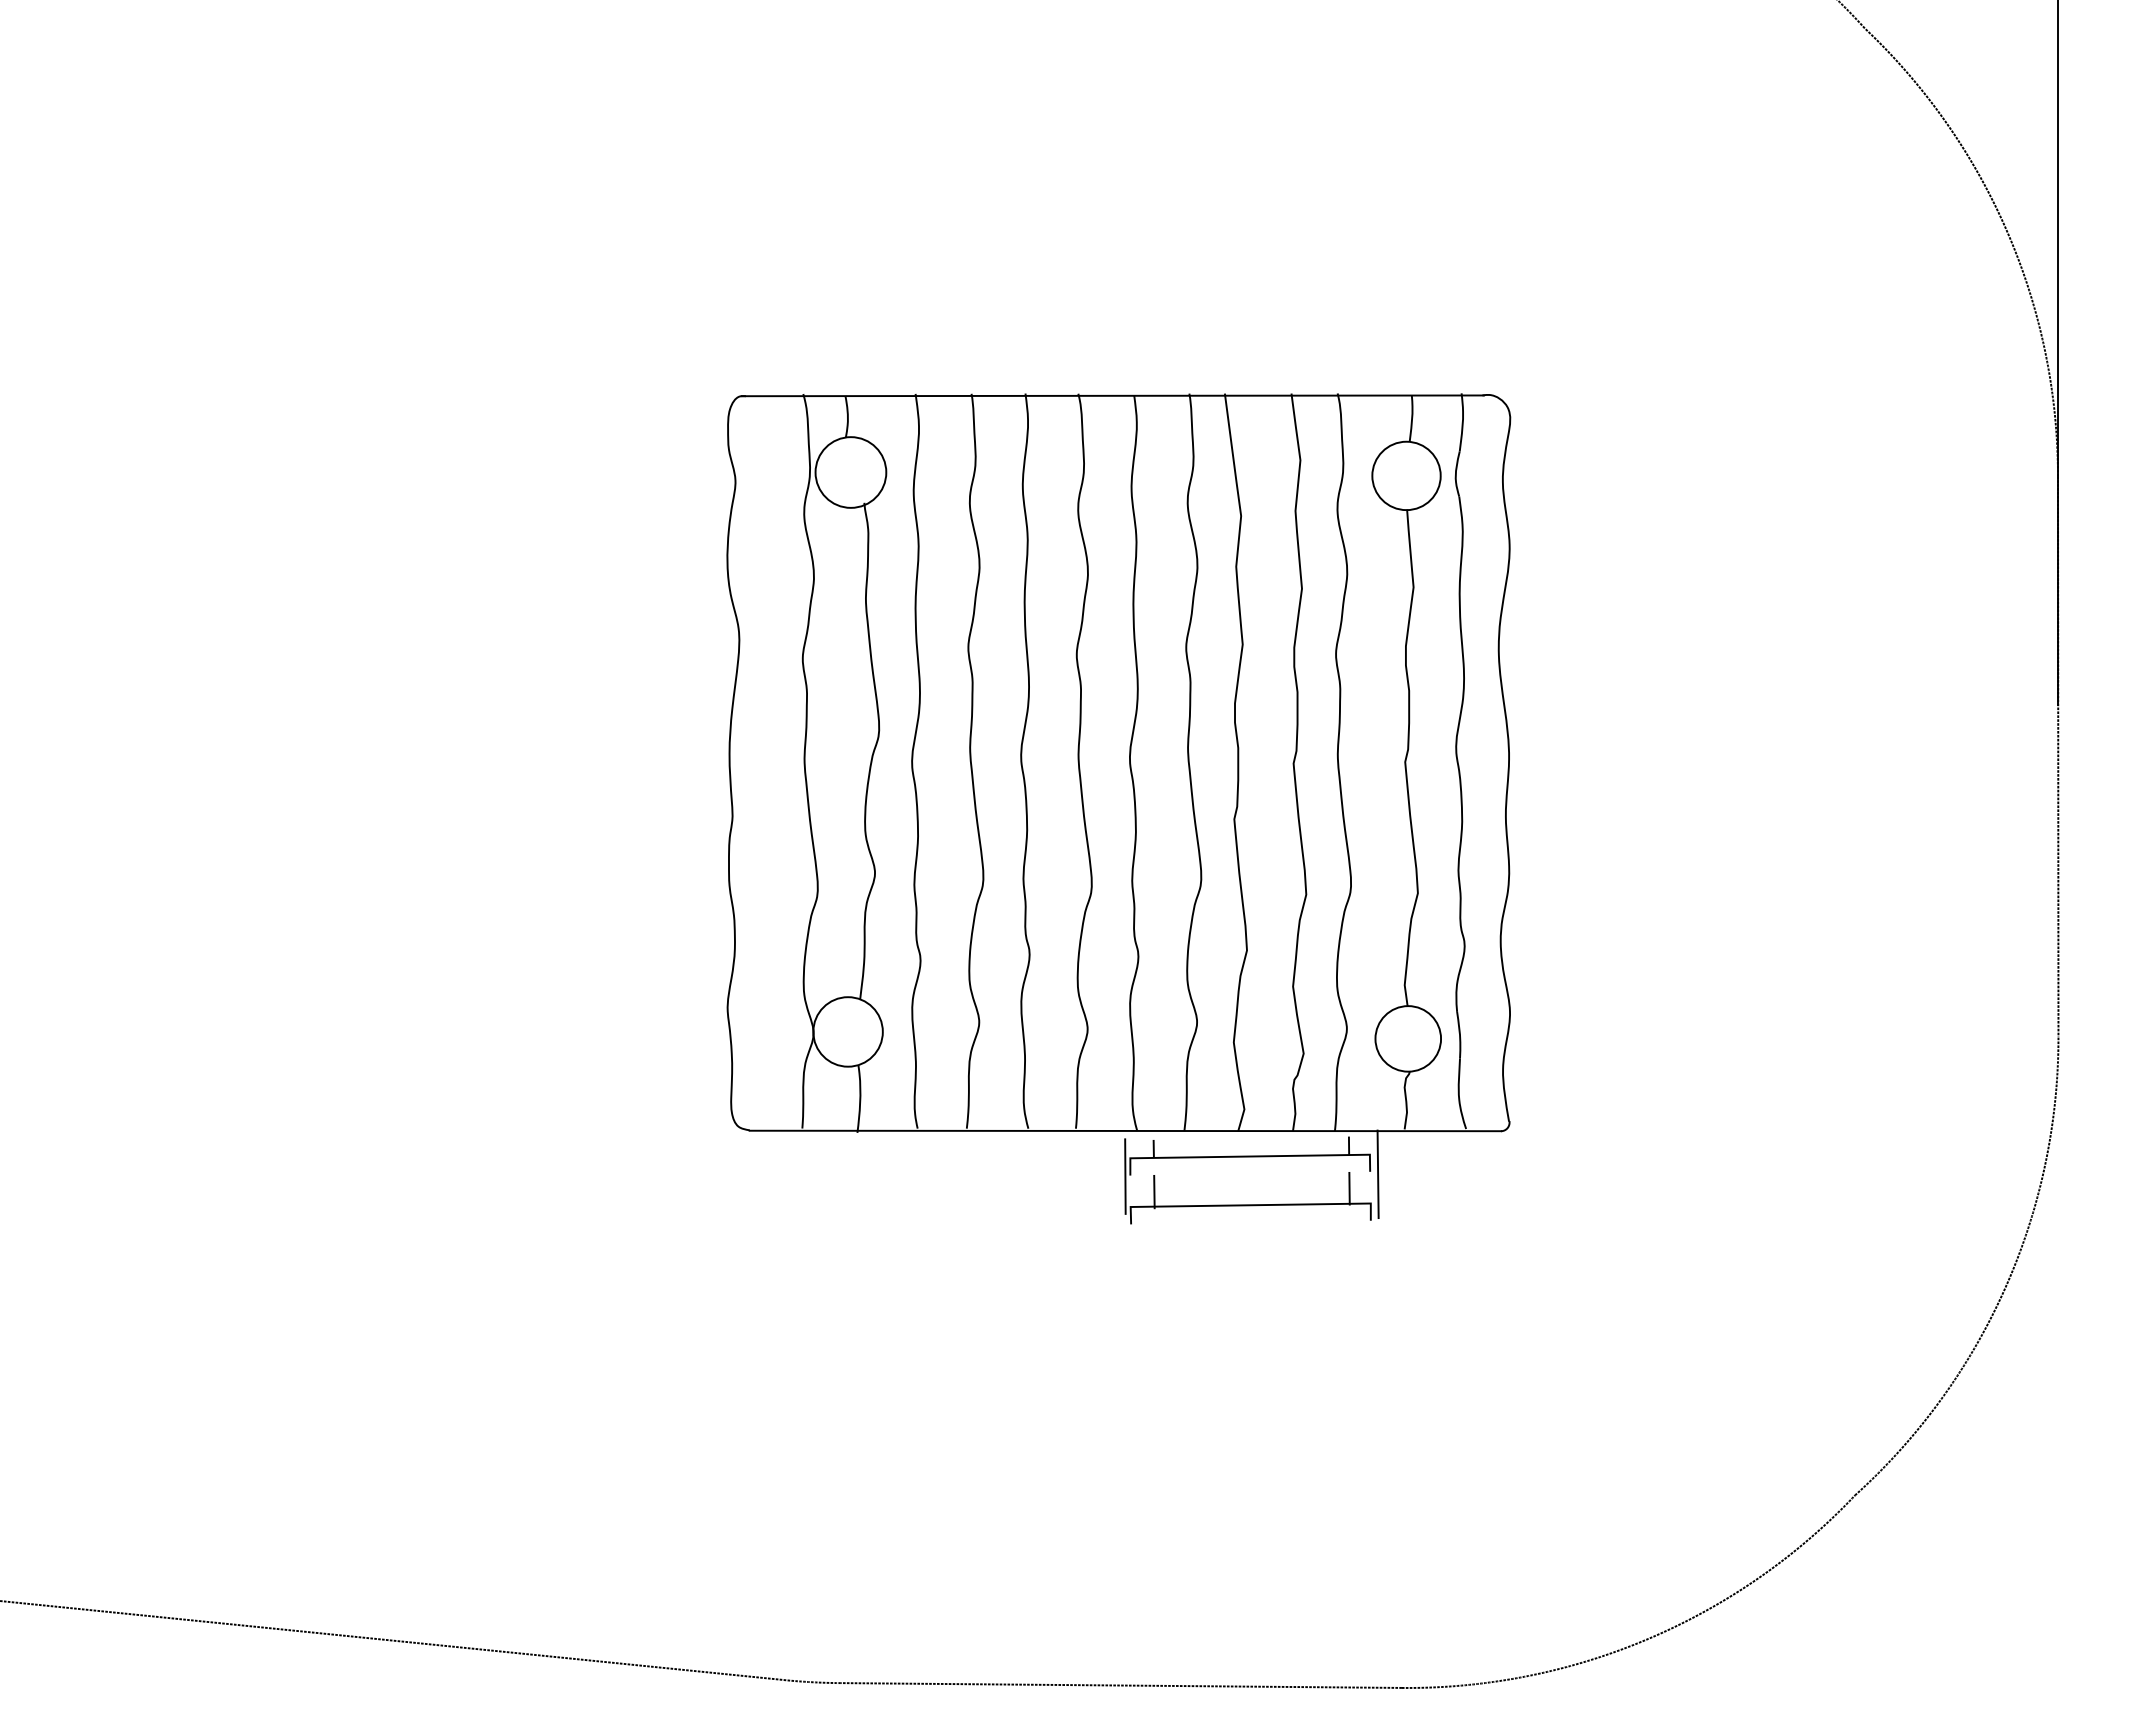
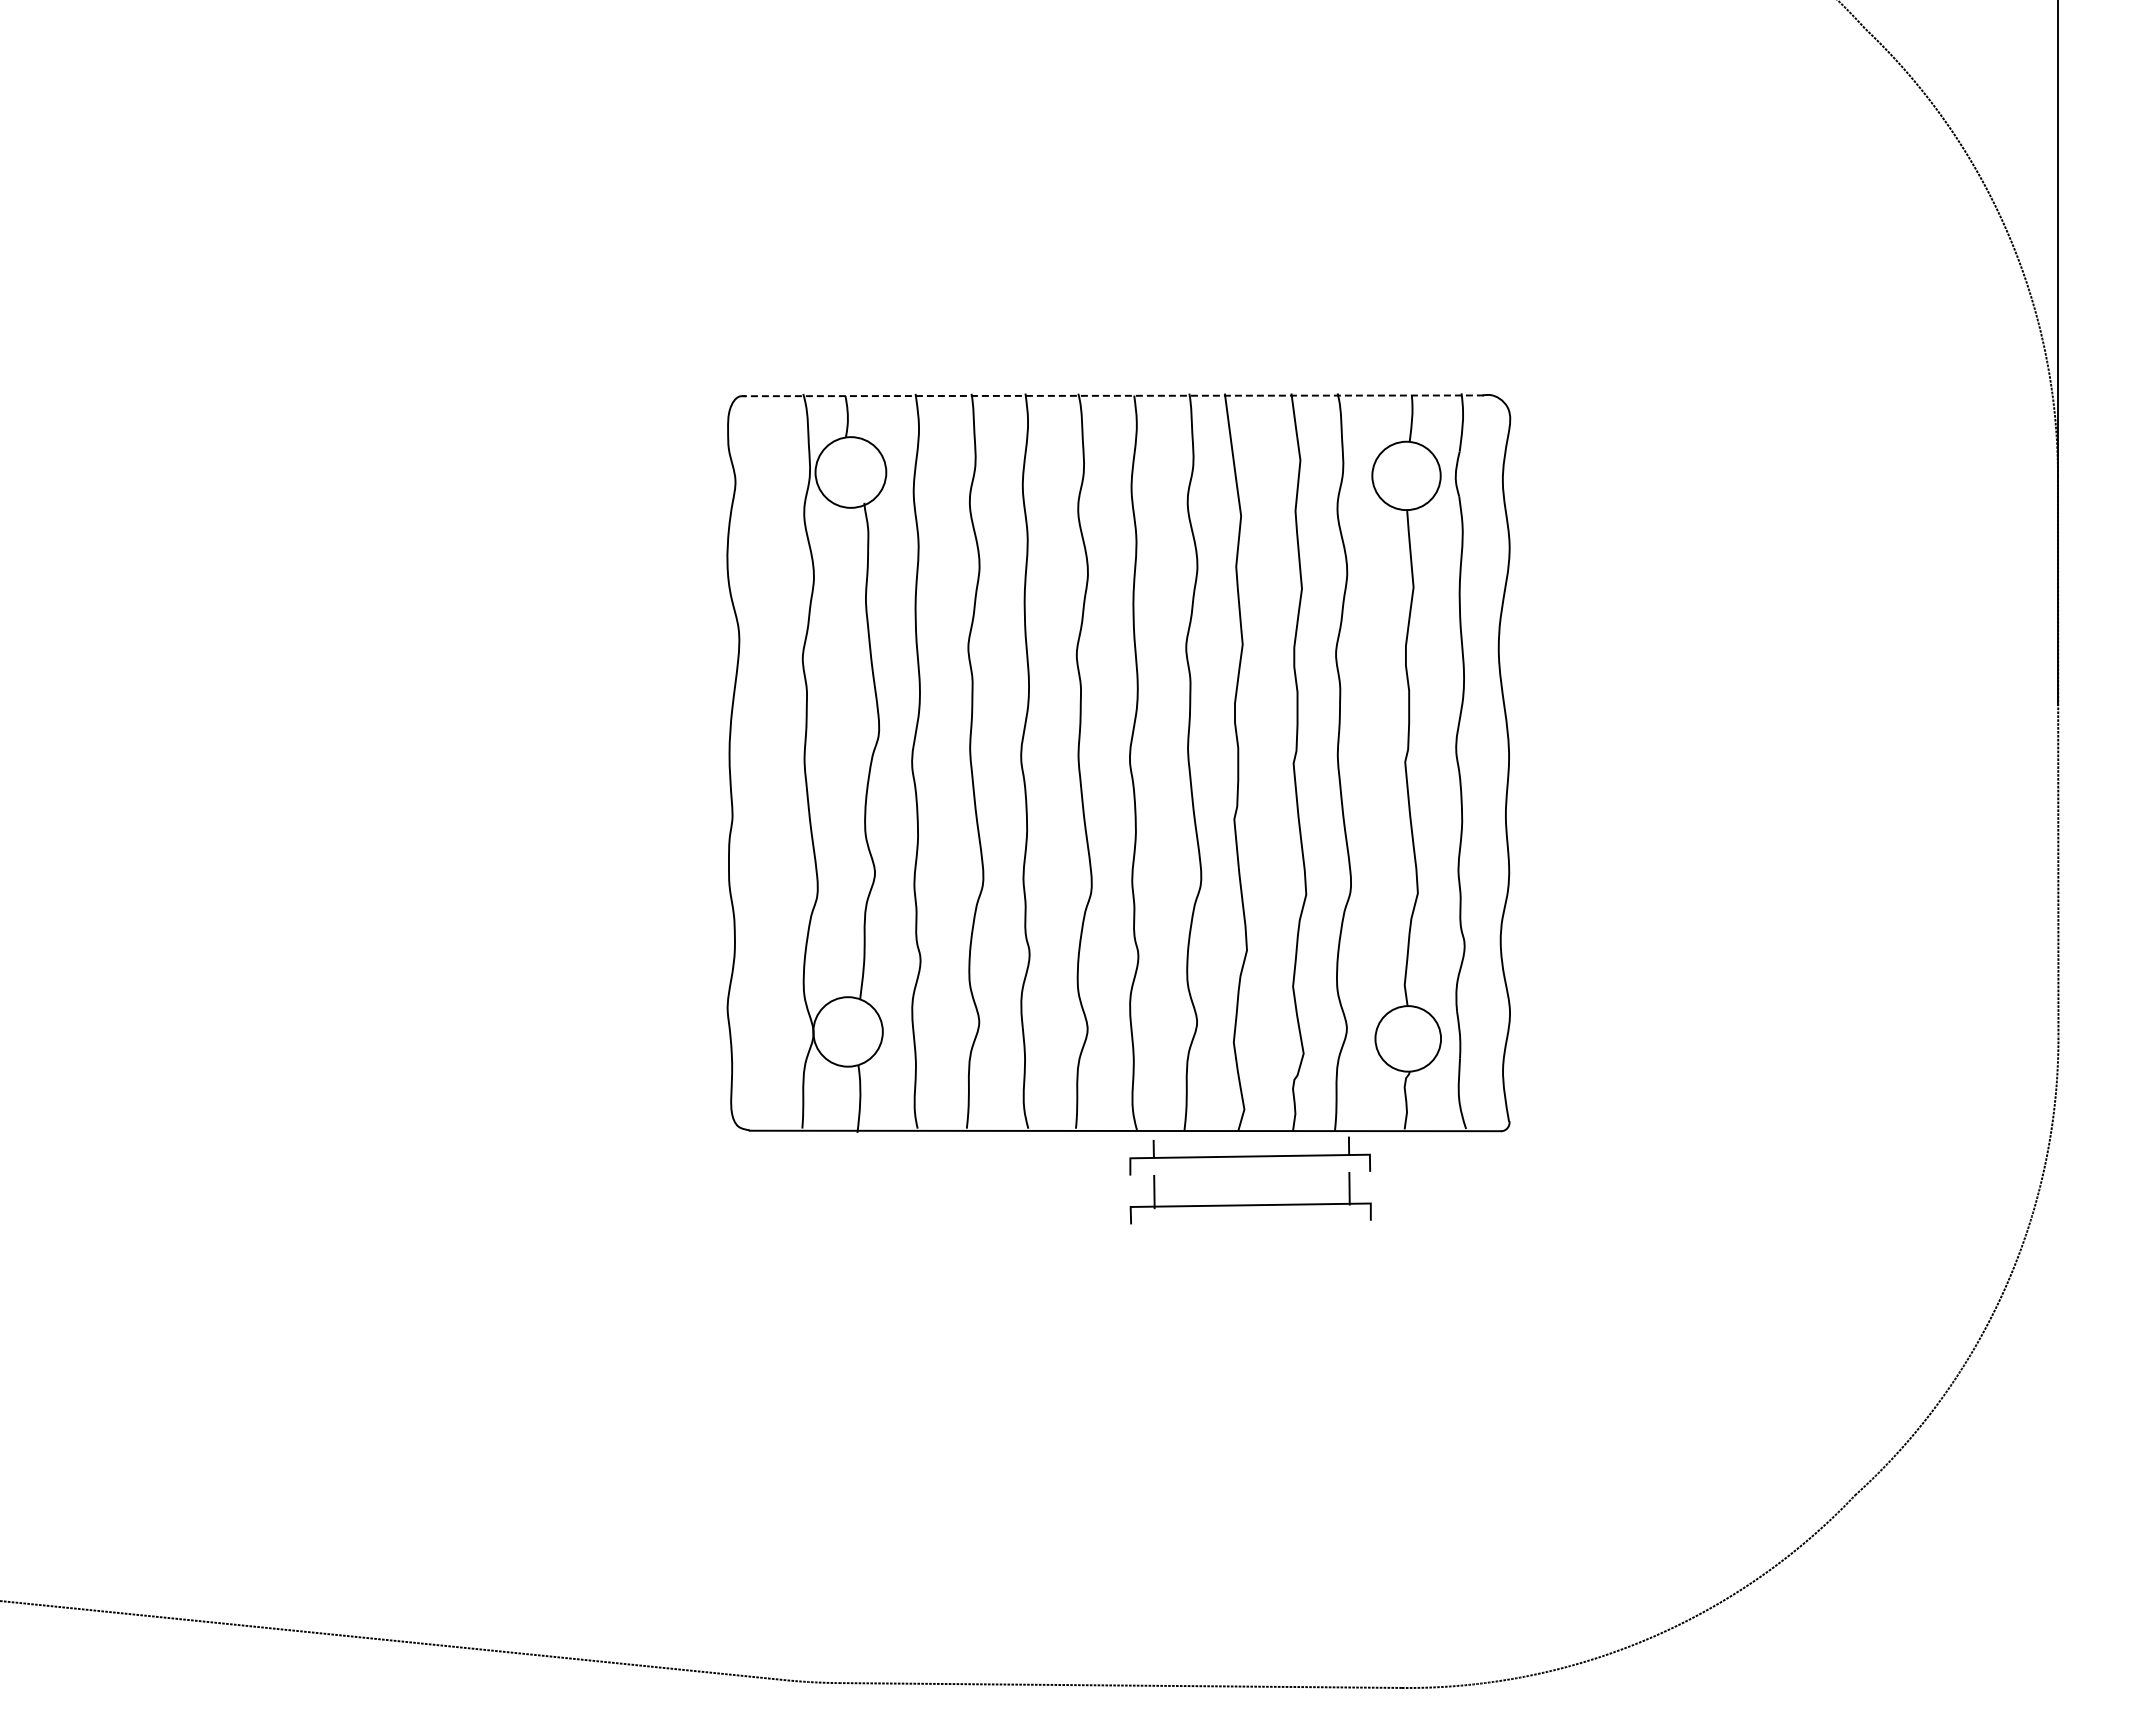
line at (1112, 395): solid -> dashed
line at (1377, 1174): present -> none
line at (1125, 1176): present -> none
